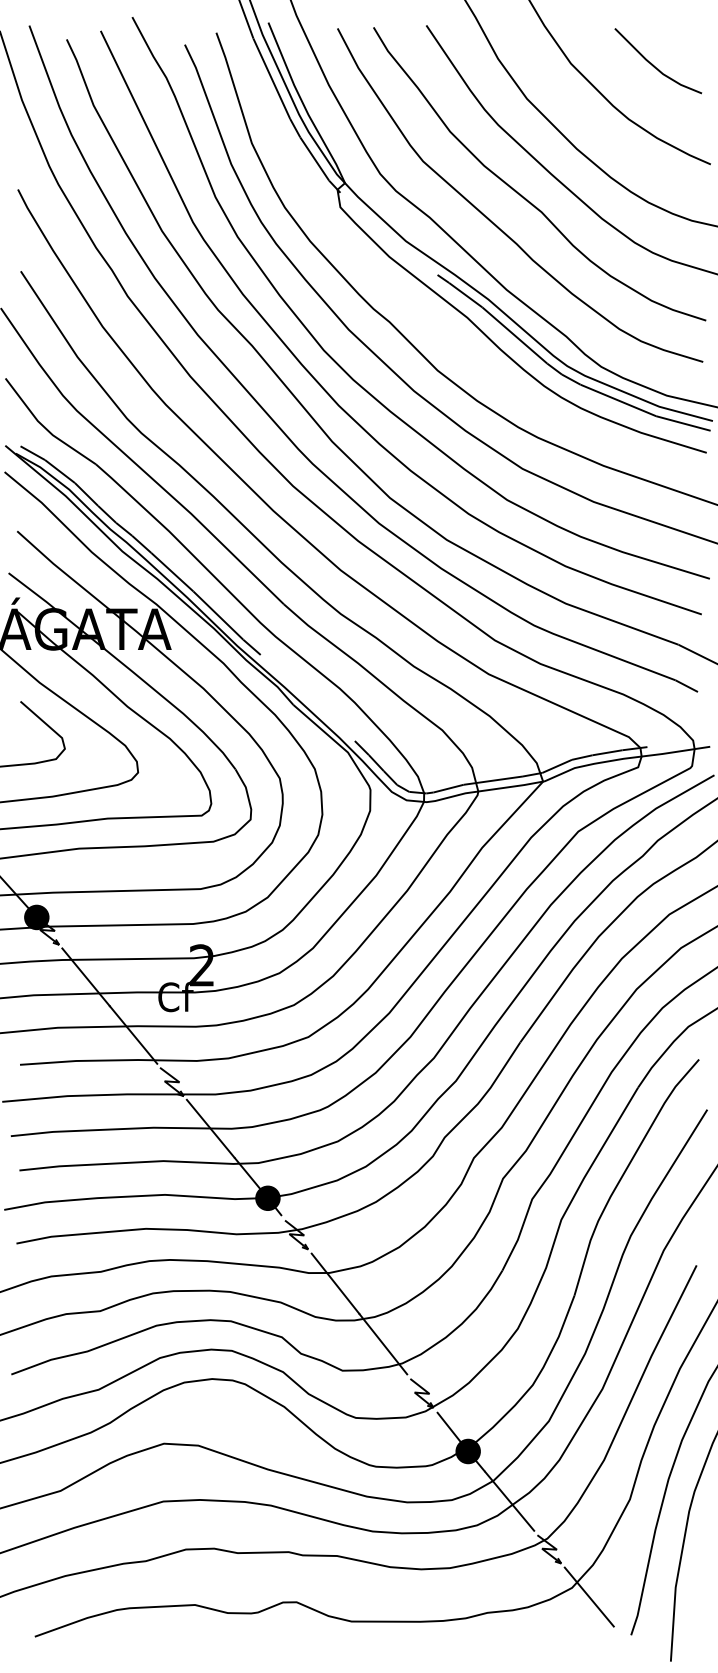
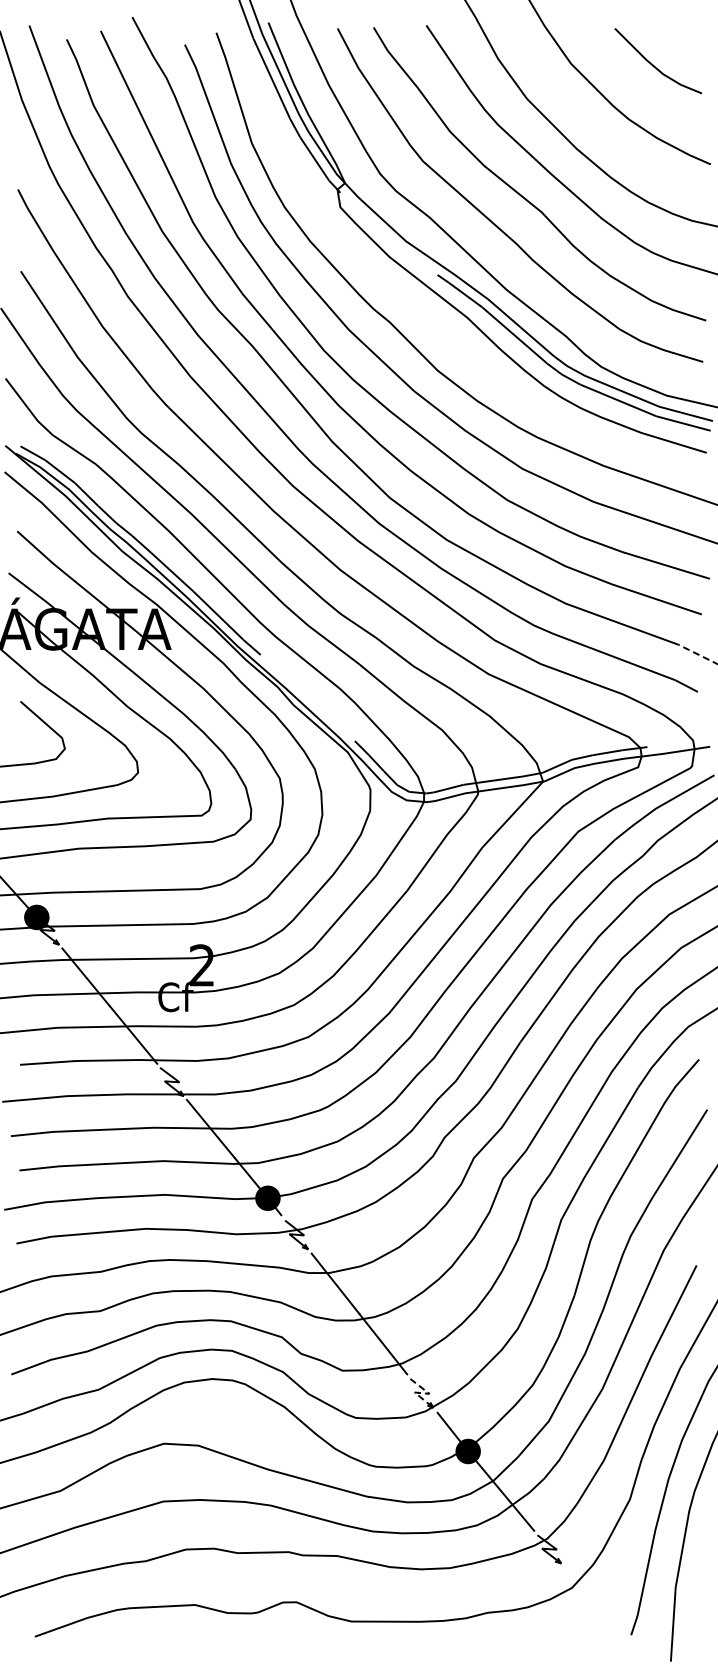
line at (697, 654): solid -> dashed
line at (421, 1393): solid -> dashed
line at (588, 1596): present -> none
